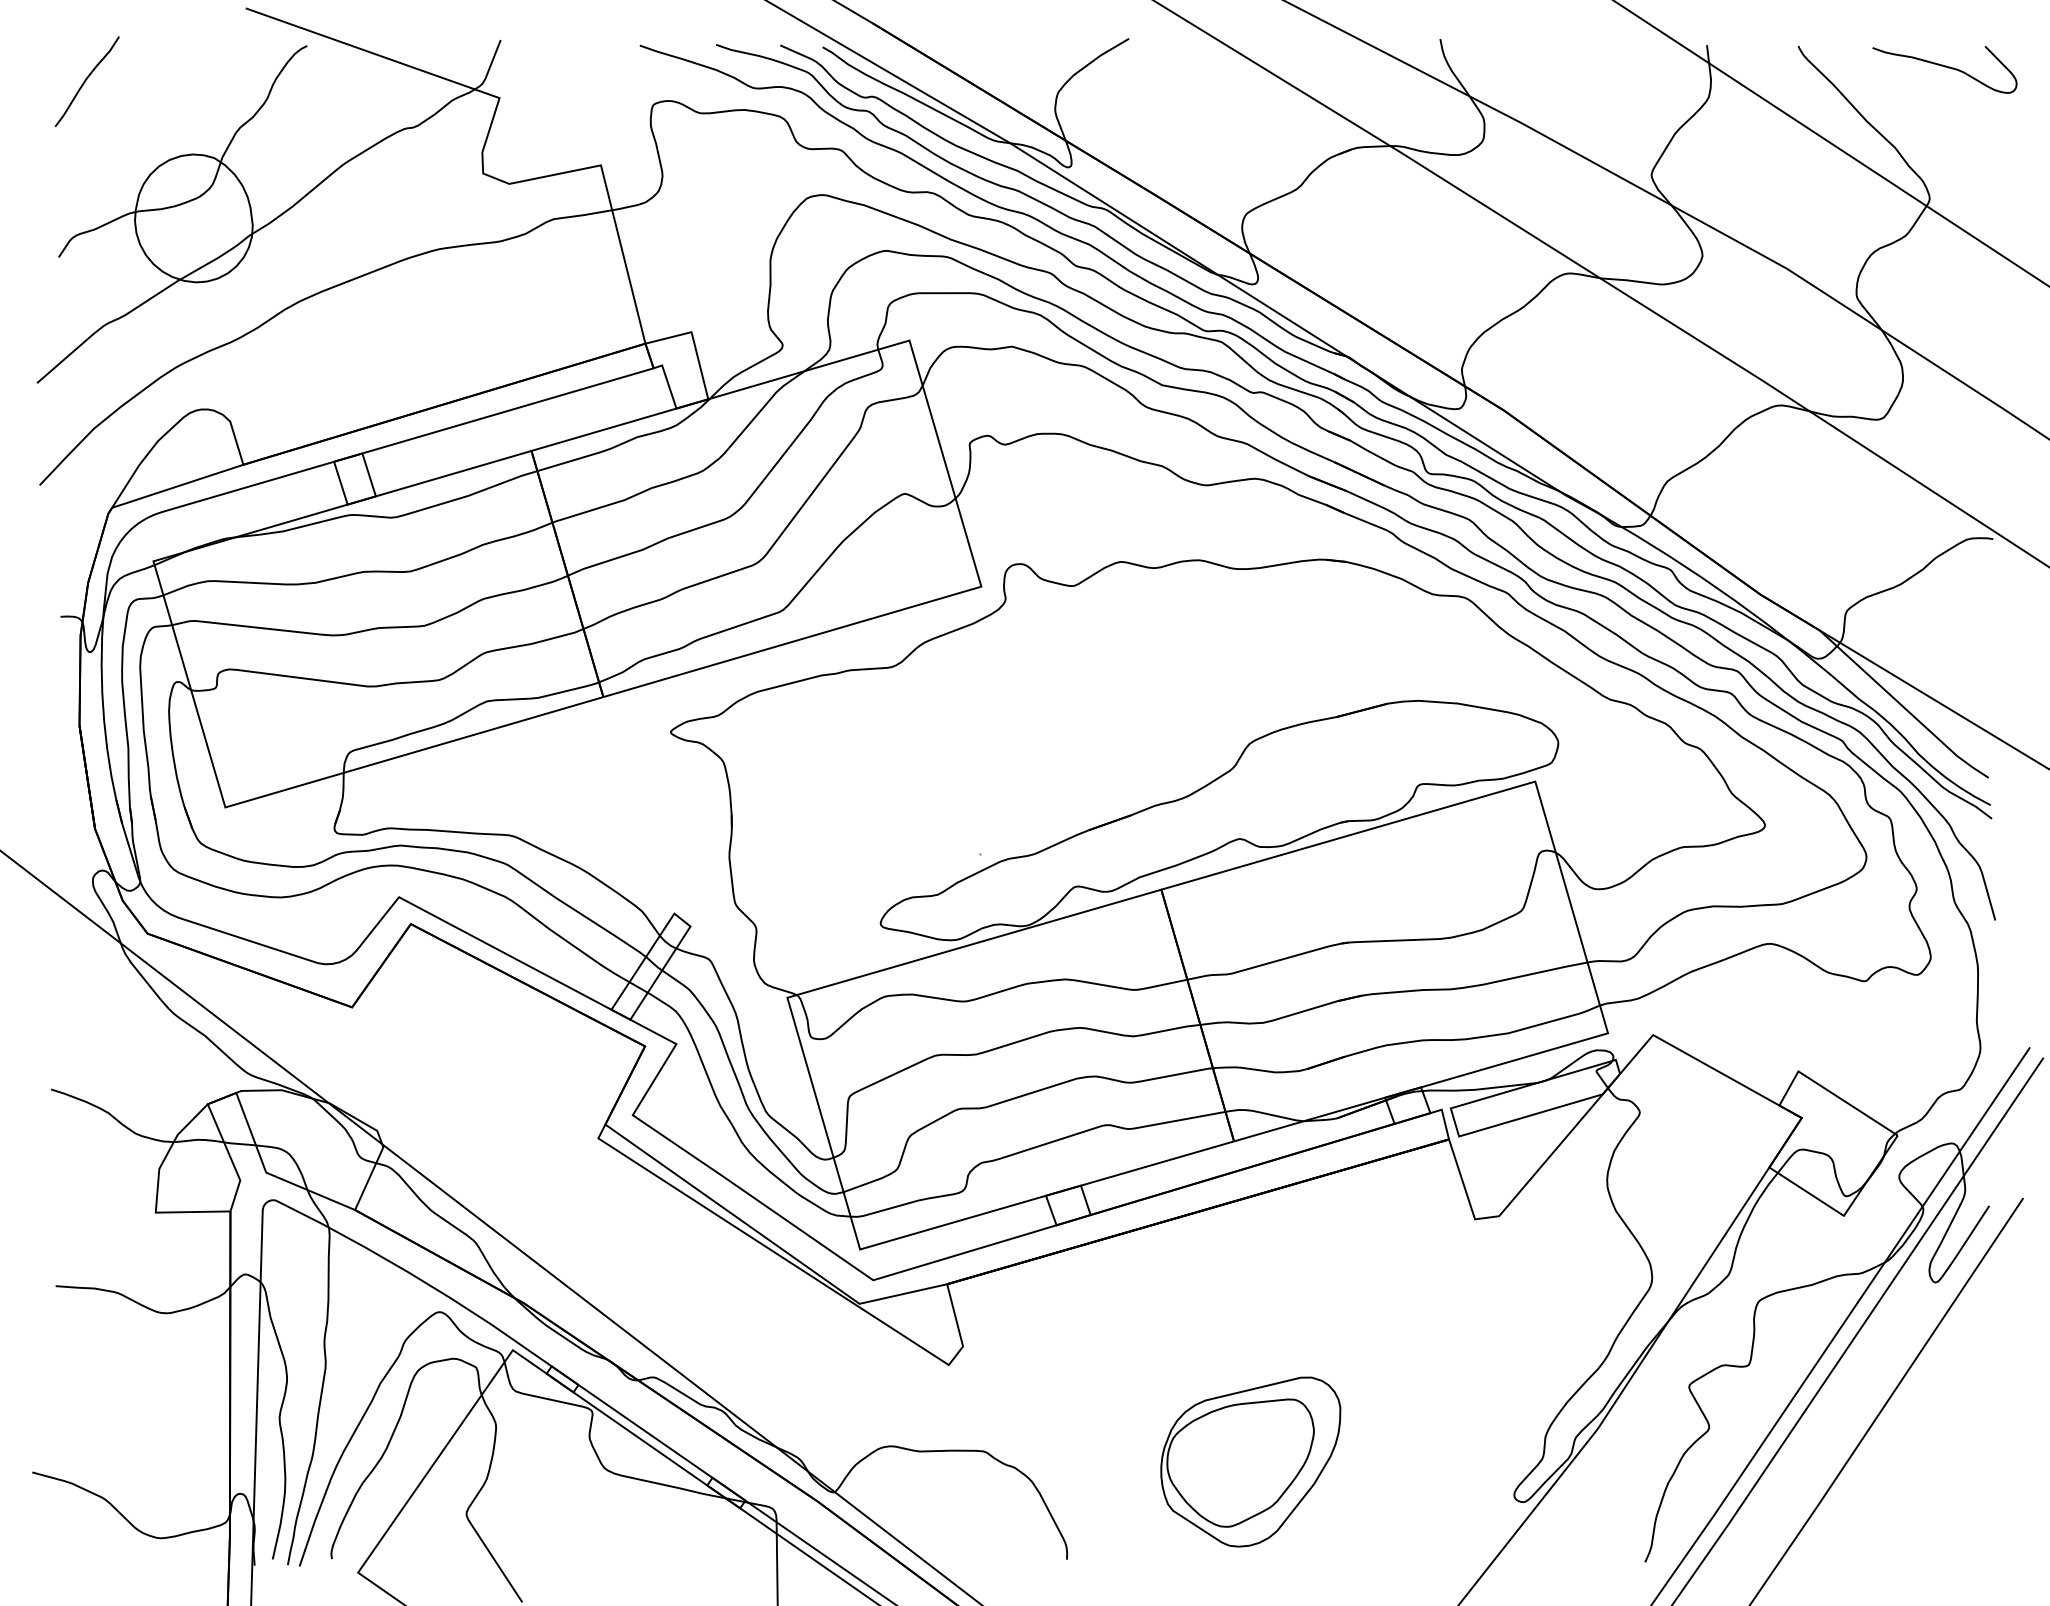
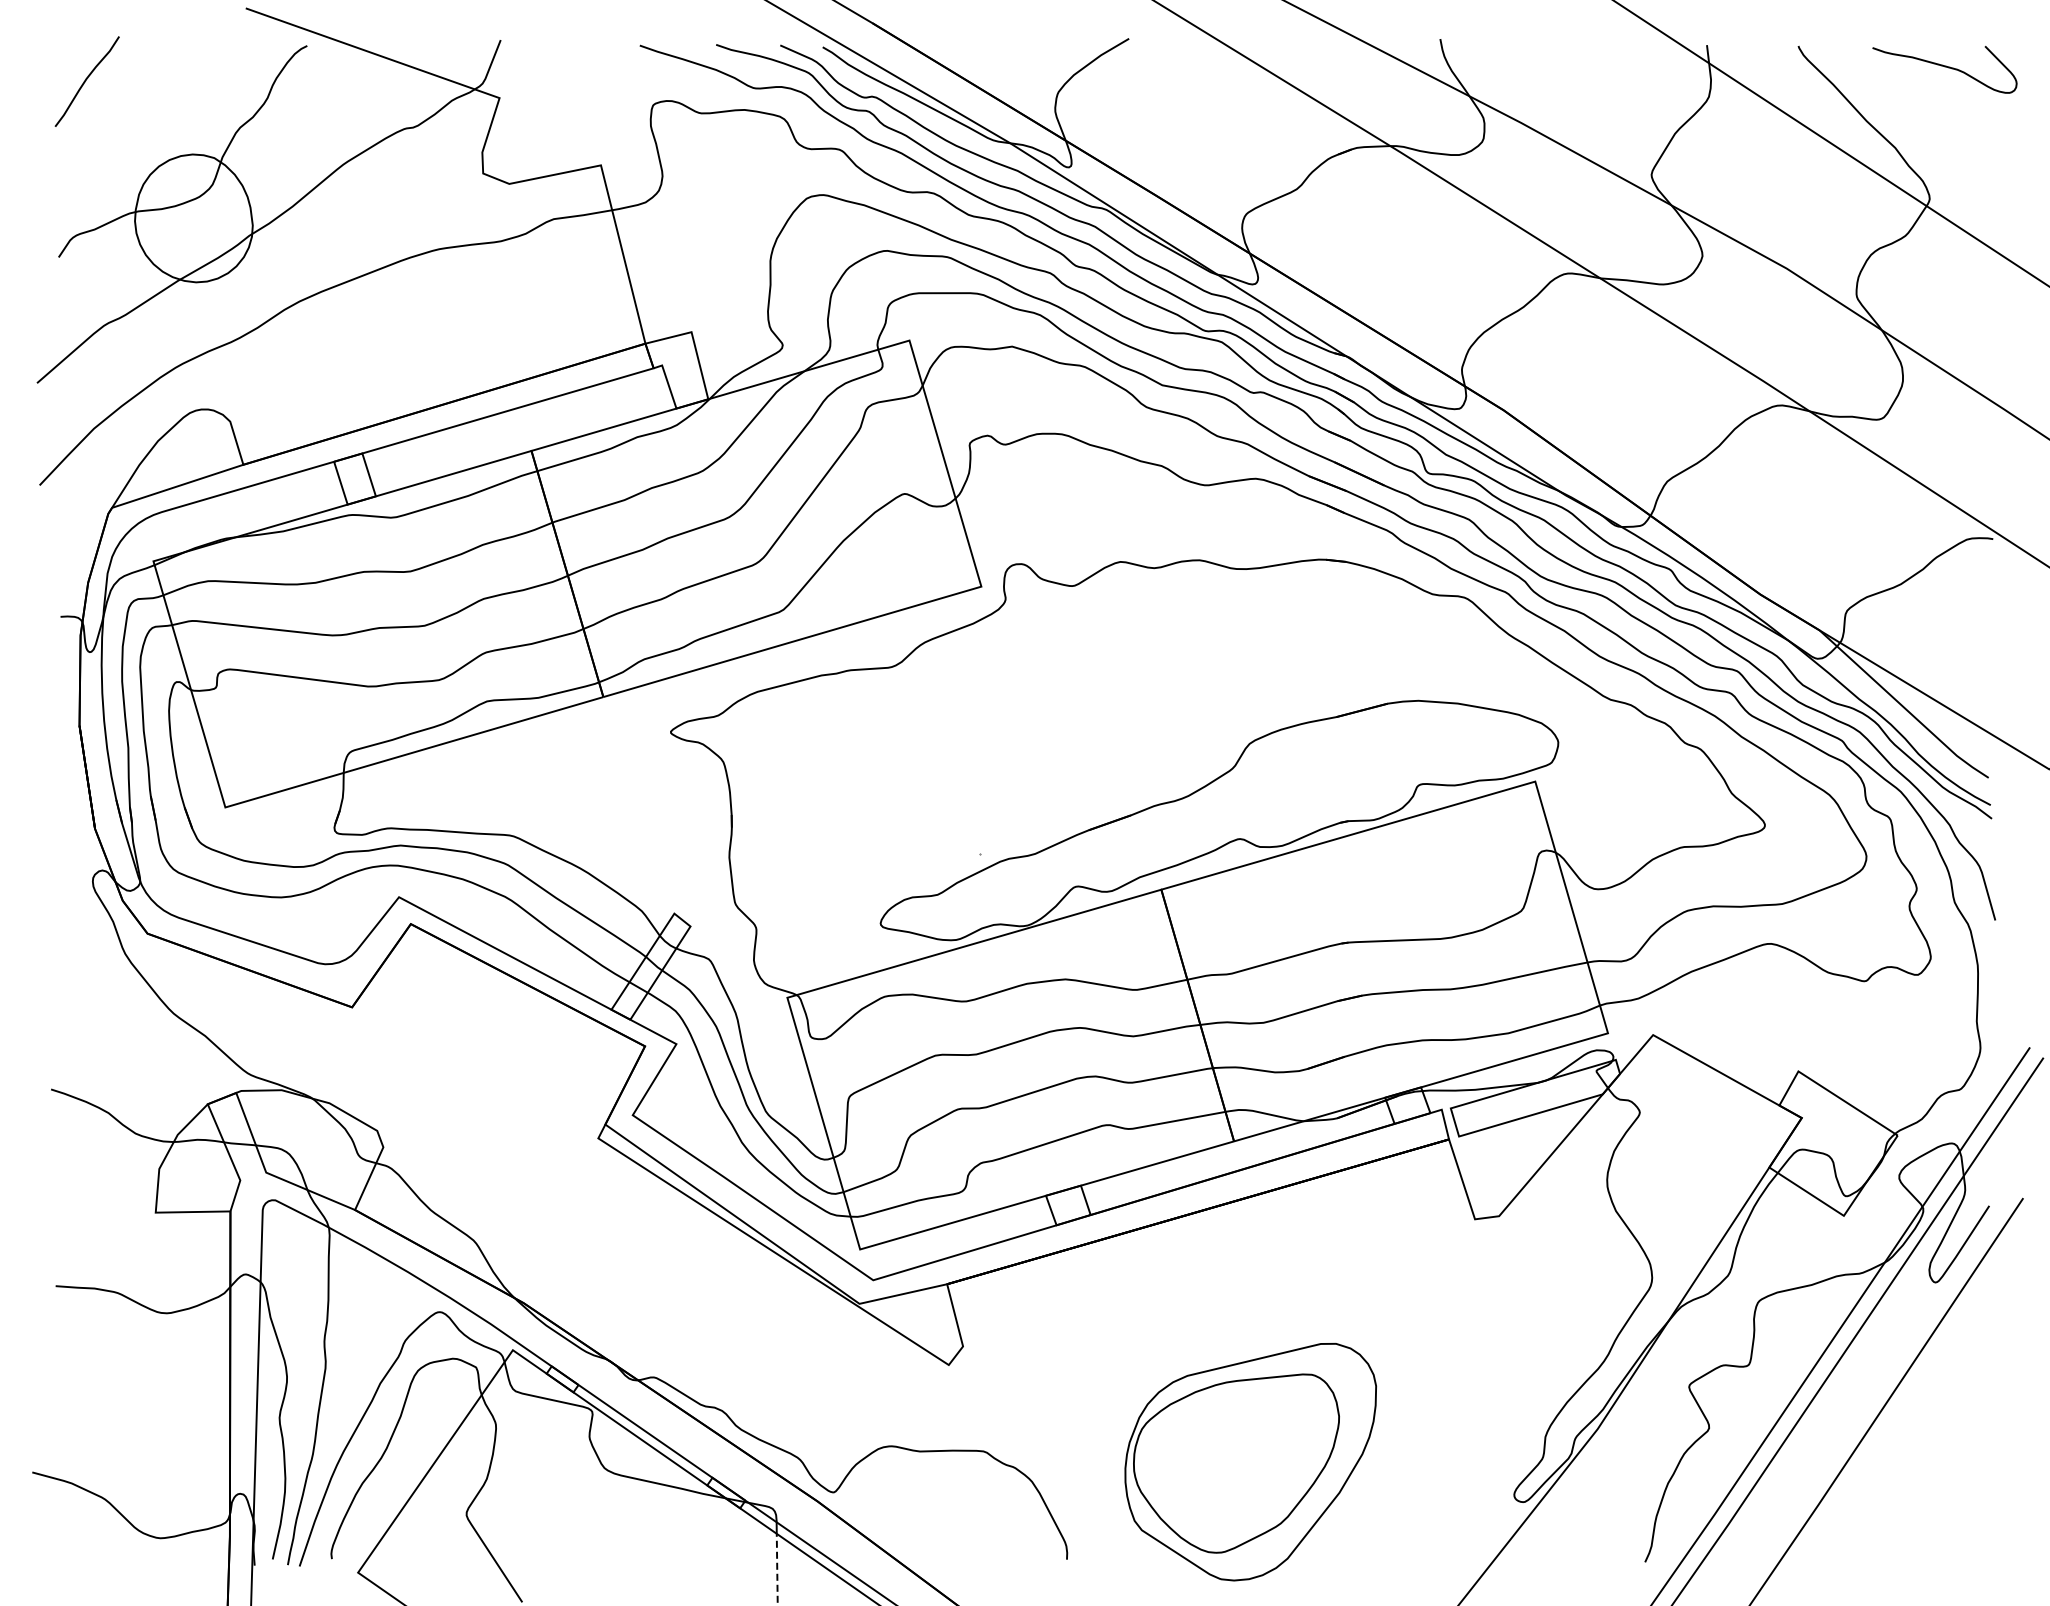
line at (490, 1227): present -> none
part at (1250, 1461) size: 182x172 px -> 253x240 px
line at (777, 1569): solid -> dashed
